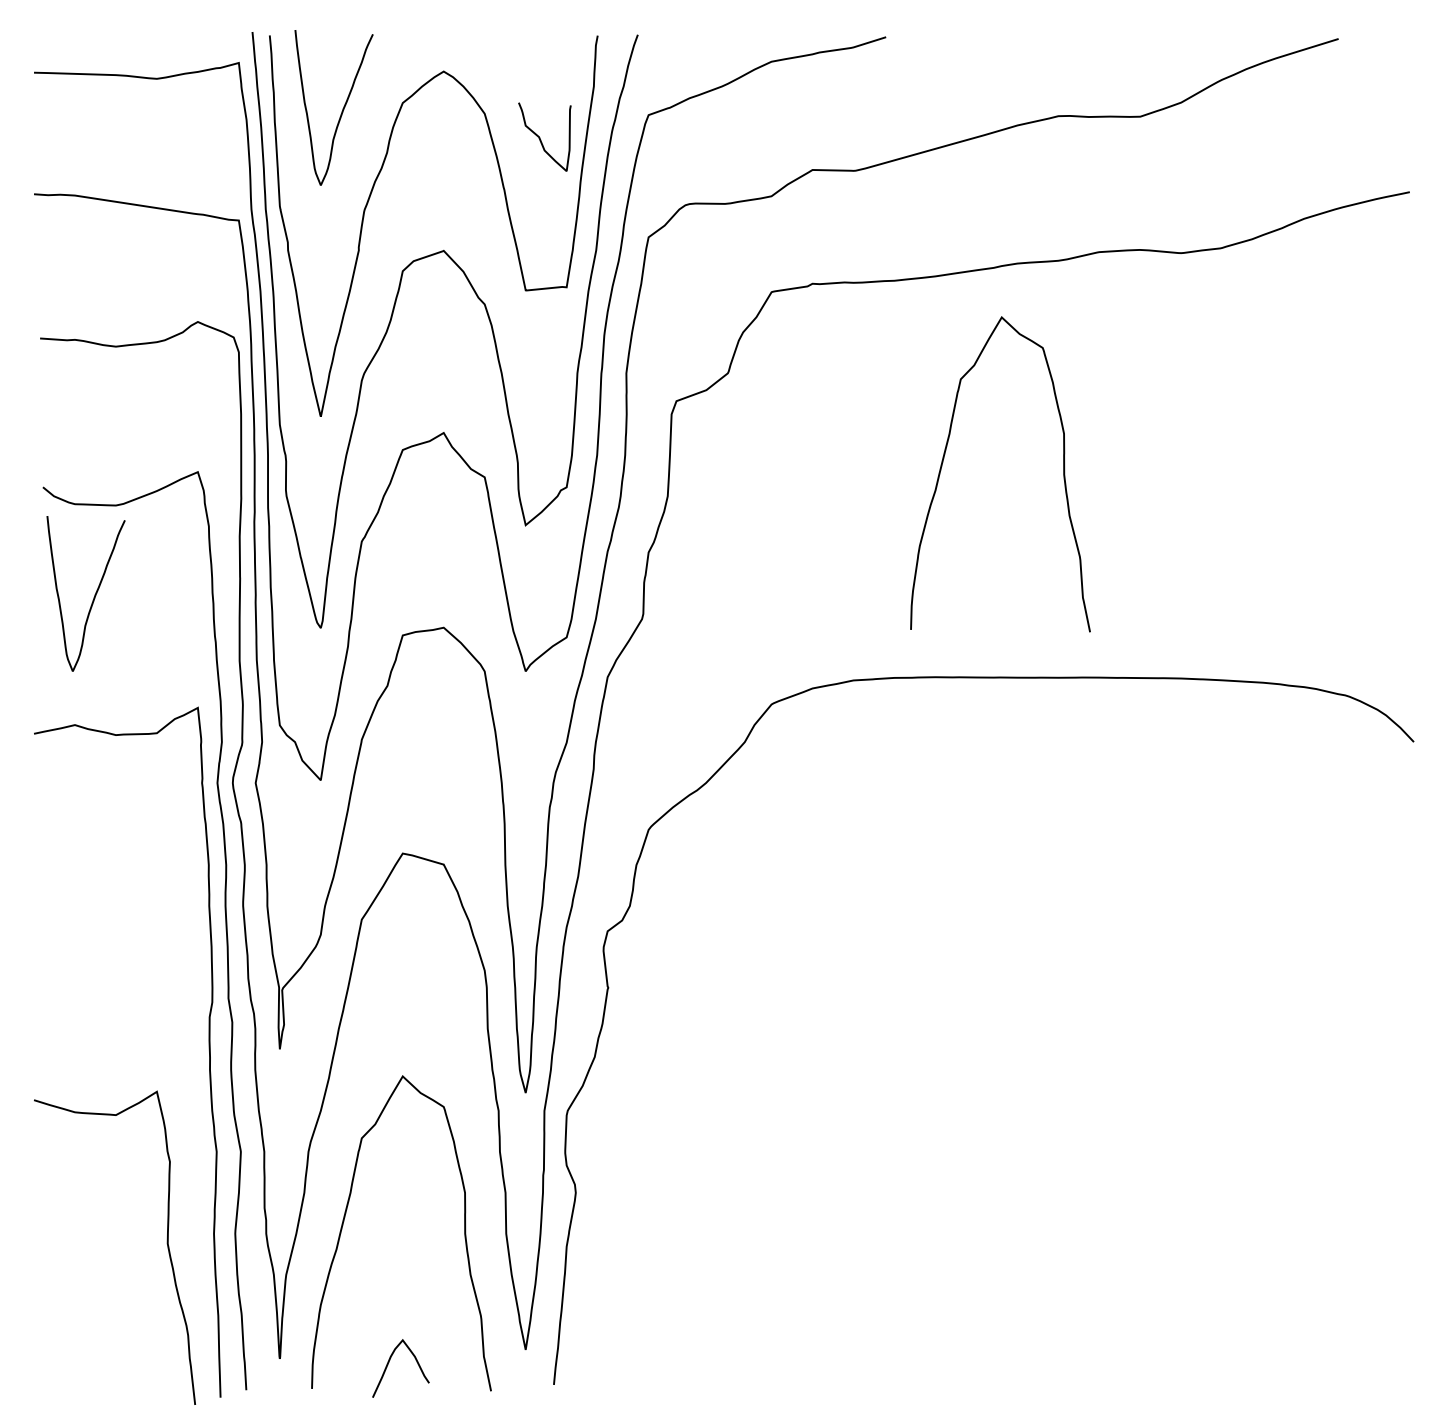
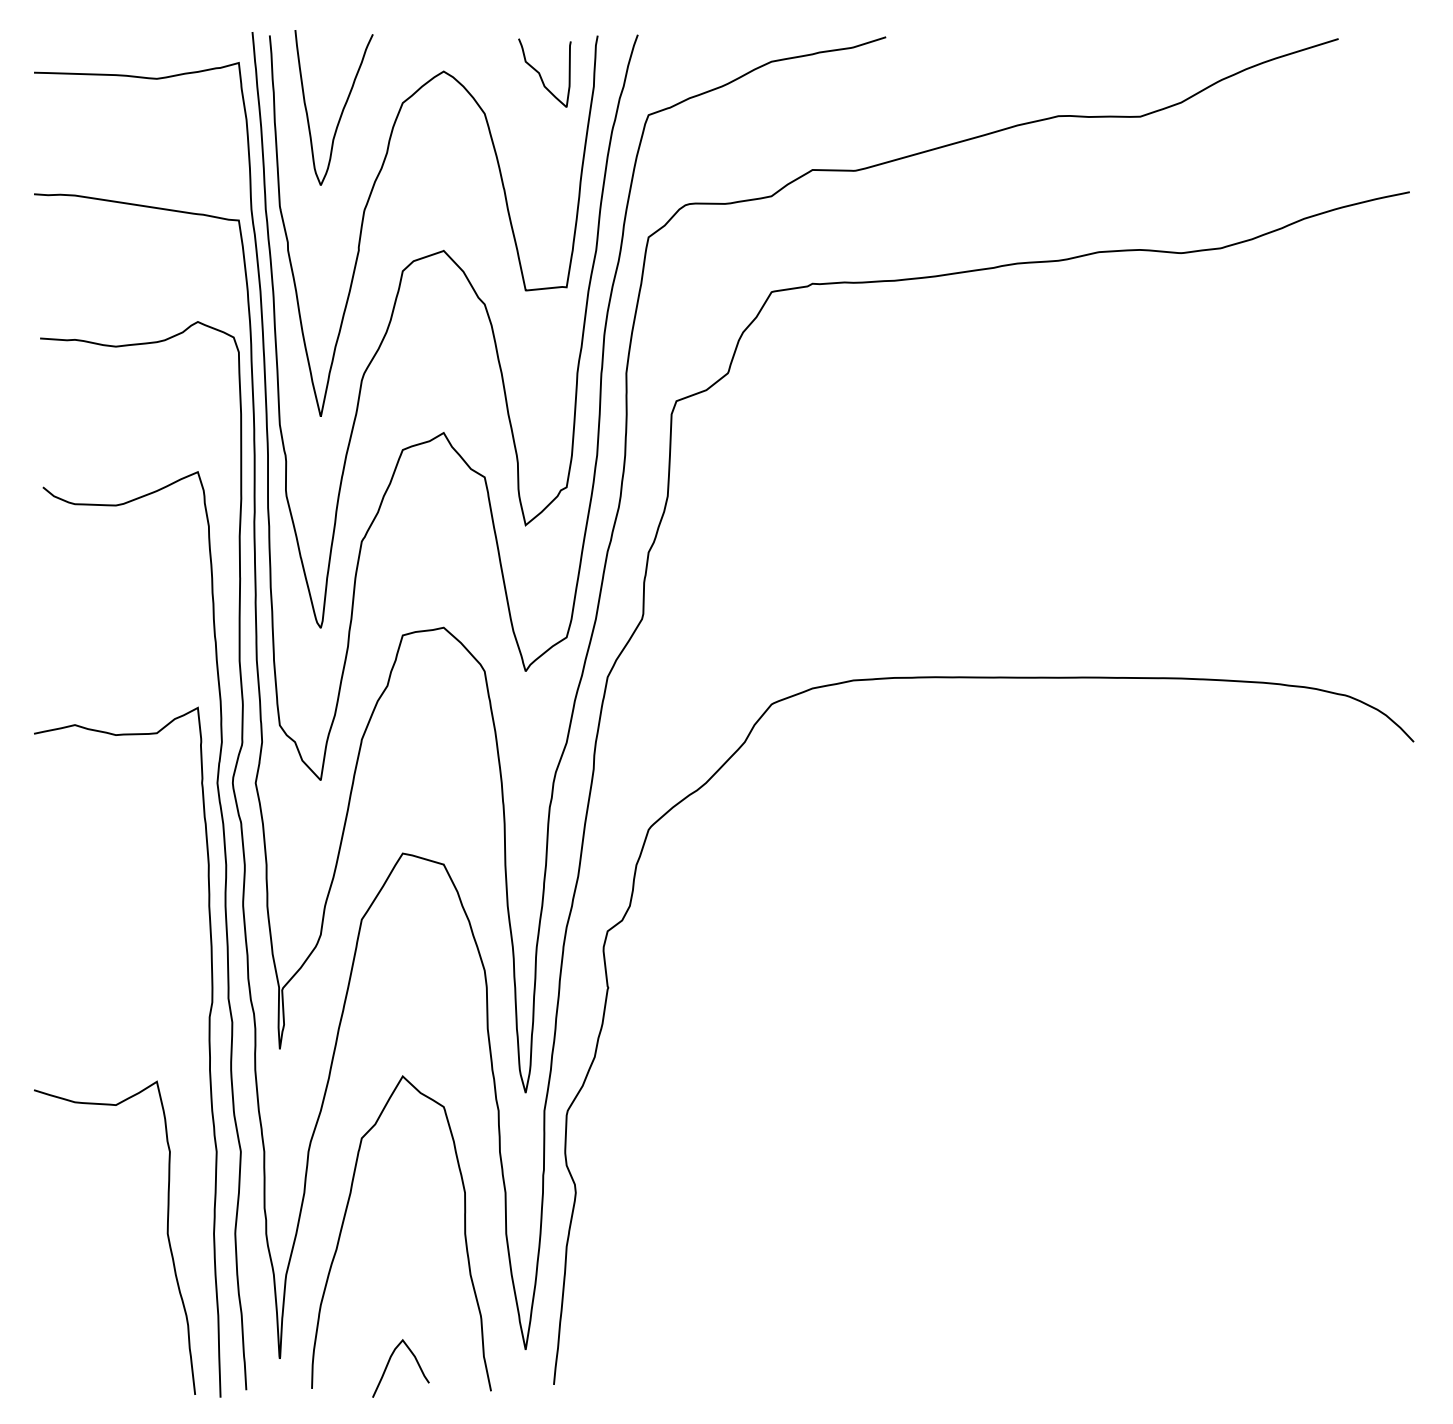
curve at (540, 137) position: (540, 137) -> (540, 73)
curve at (944, 458): present -> none
curve at (93, 597): present -> none
curve at (166, 1243) position: (166, 1243) -> (166, 1233)
